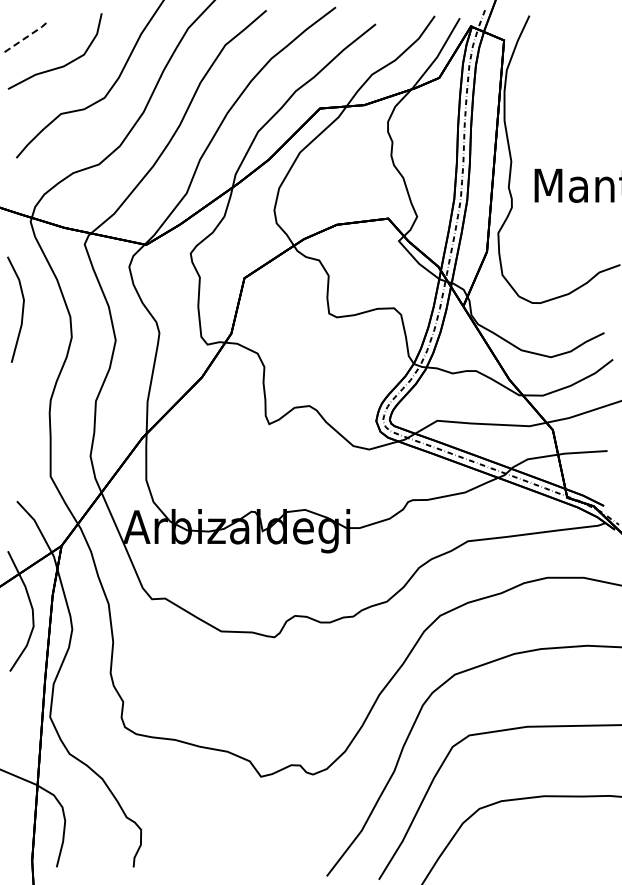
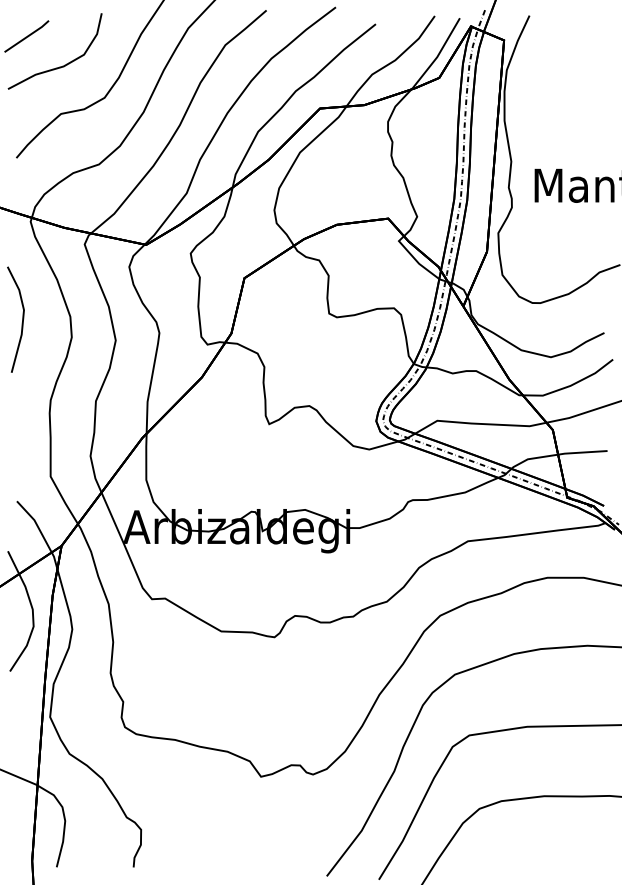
line at (28, 36): dashed -> solid
line at (22, 309) position: (22, 309) -> (22, 319)
